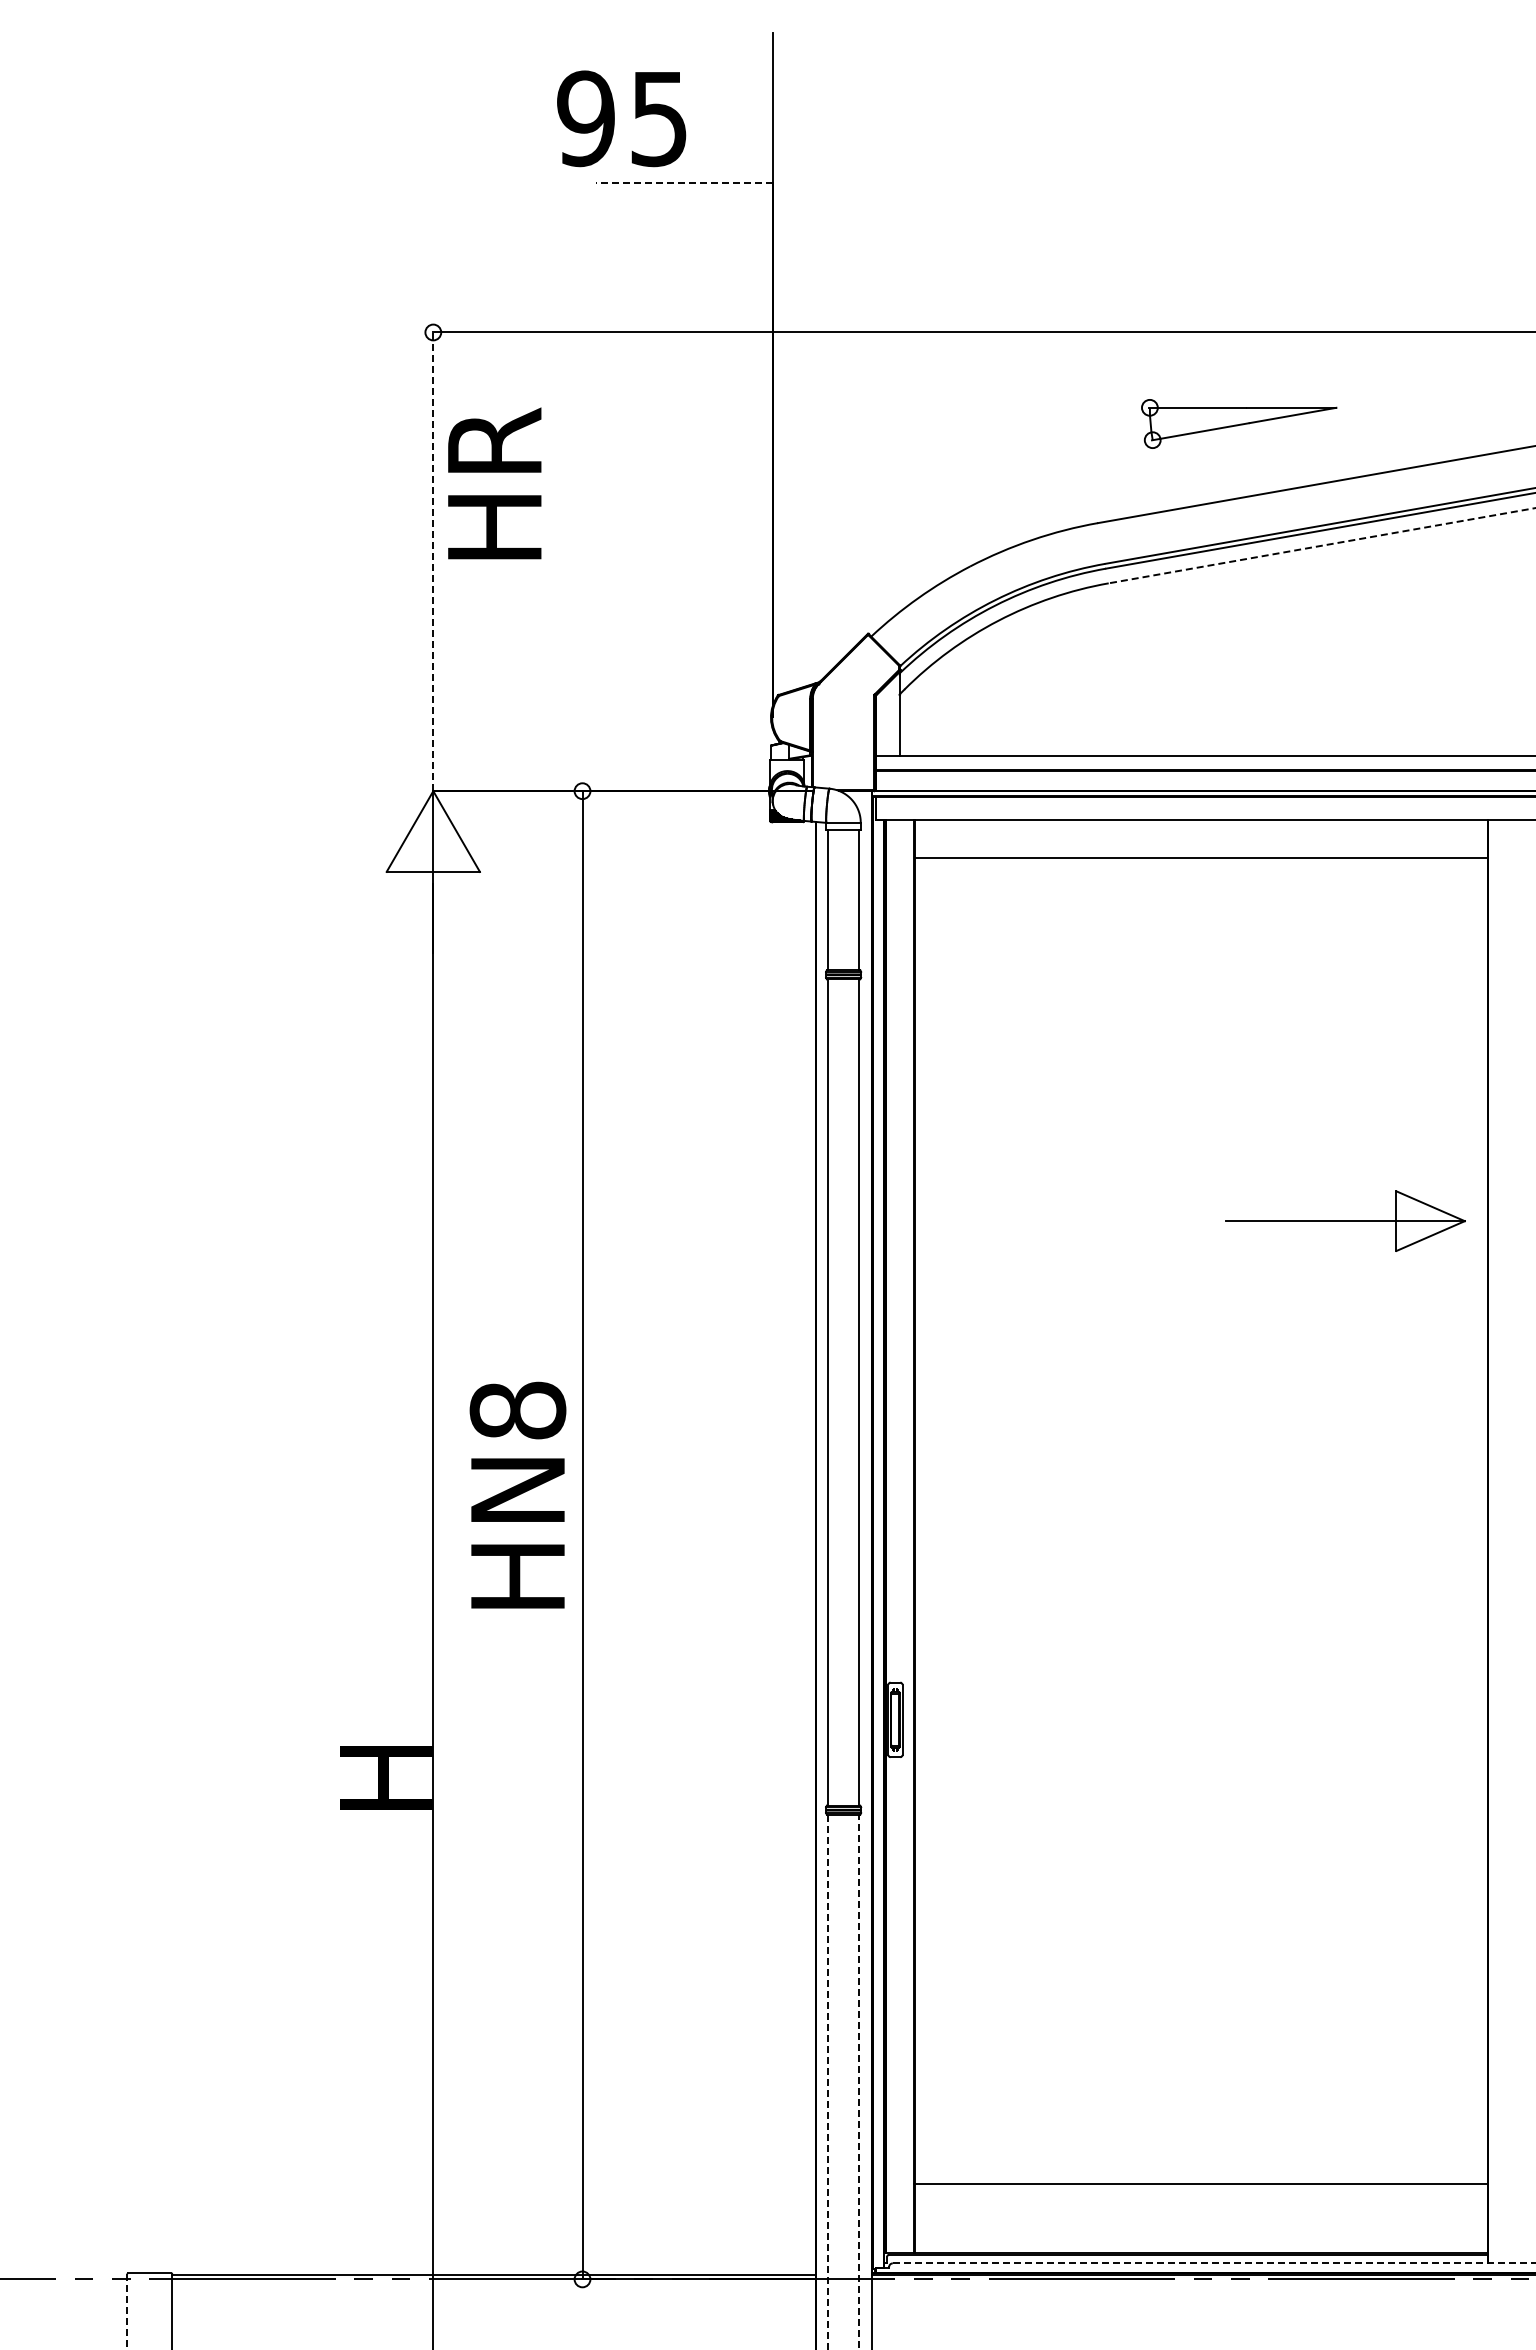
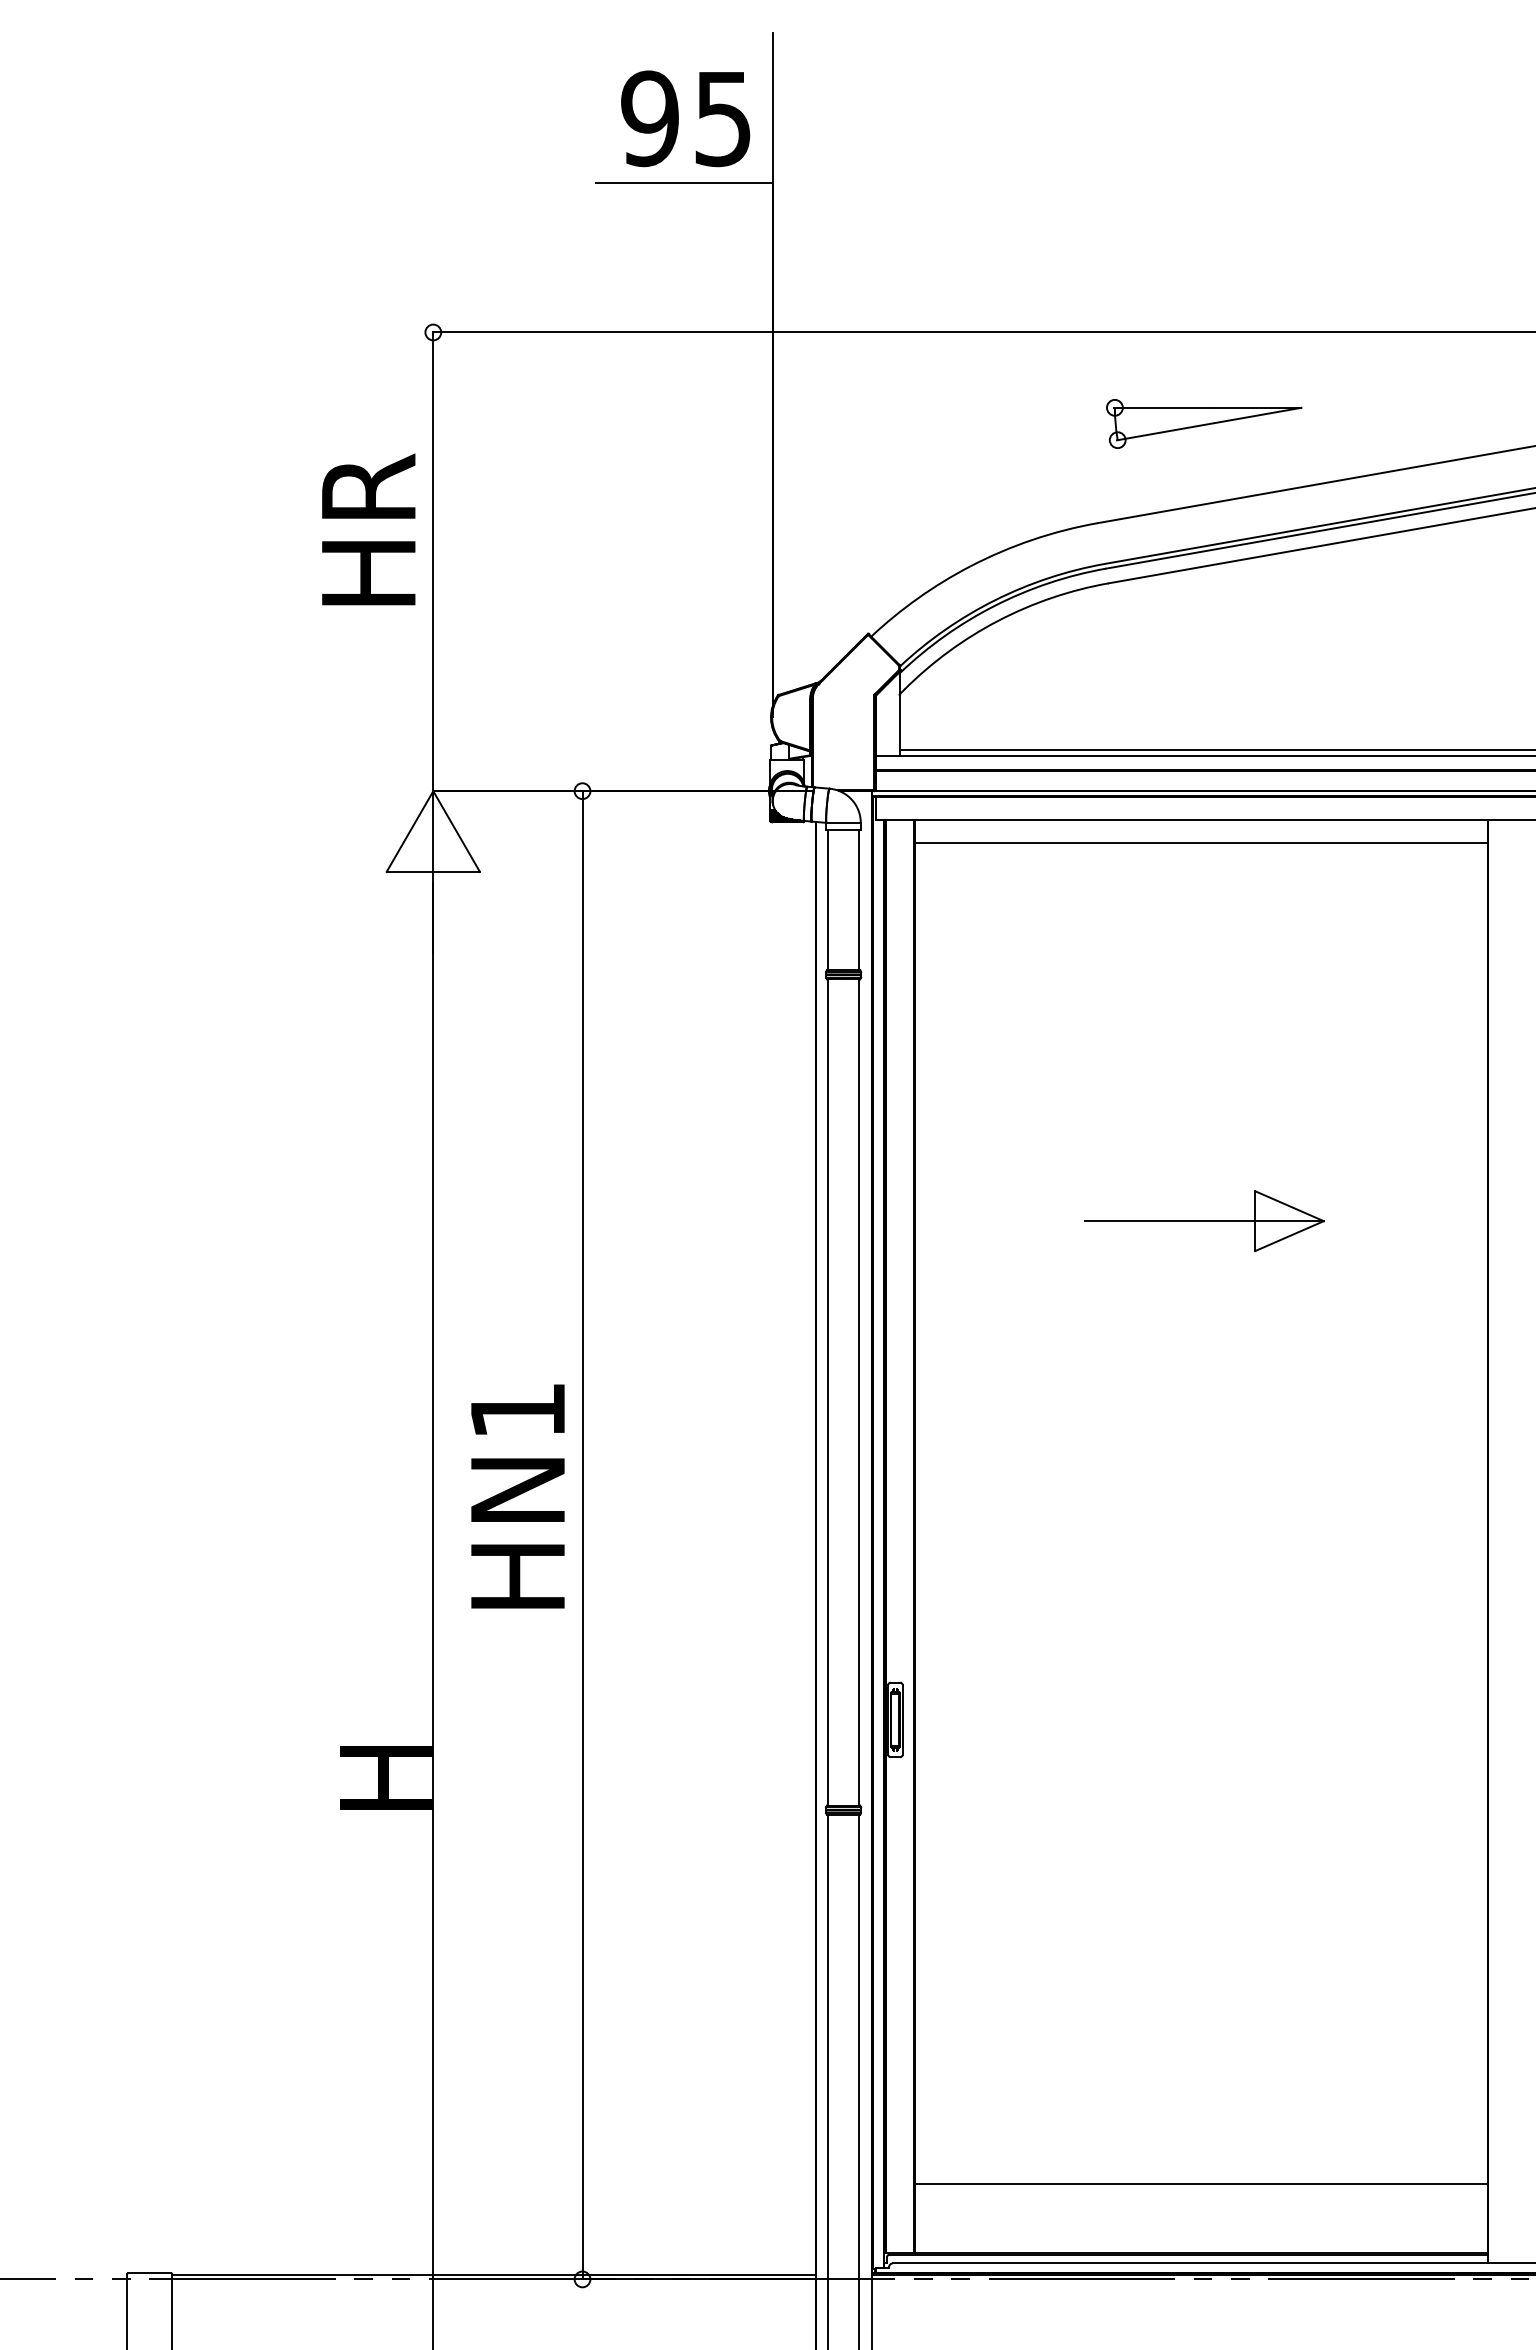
text at (621, 118) position: (621, 118) -> (685, 118)
line at (683, 183): dashed -> solid
part at (1239, 423) position: (1239, 423) -> (1204, 423)
text at (494, 483) position: (494, 483) -> (368, 529)
line at (1322, 545): dashed -> solid
line at (433, 561): dashed -> solid
line at (1216, 750): none -> present
line at (1200, 858) position: (1200, 858) -> (1200, 843)
part at (1345, 1220) position: (1345, 1220) -> (1204, 1220)
text at (517, 1410): HN8 -> HN1
line at (859, 2081): dashed -> solid
line at (827, 2082): dashed -> solid
line at (1214, 2263): dashed -> solid
line at (127, 2311): dashed -> solid
